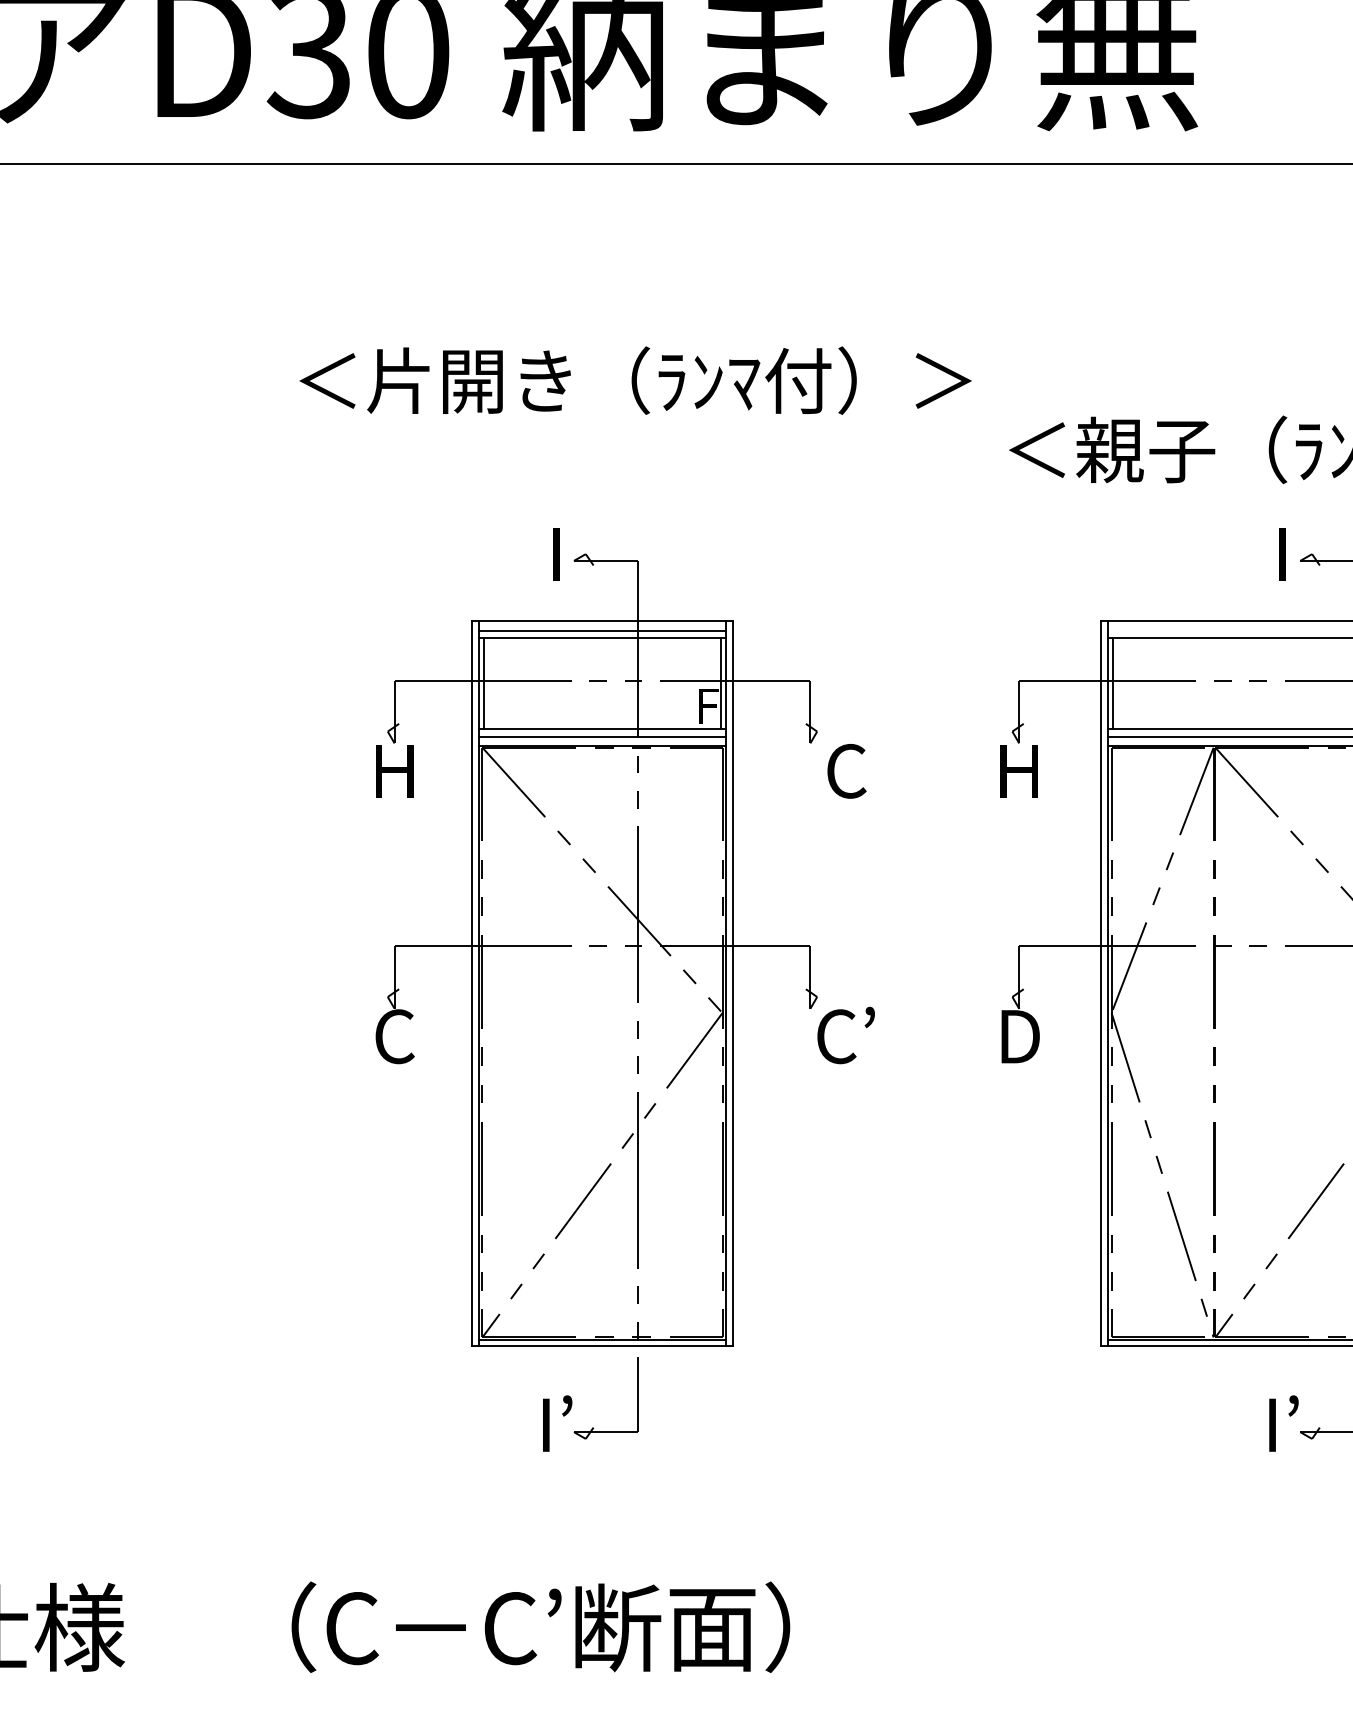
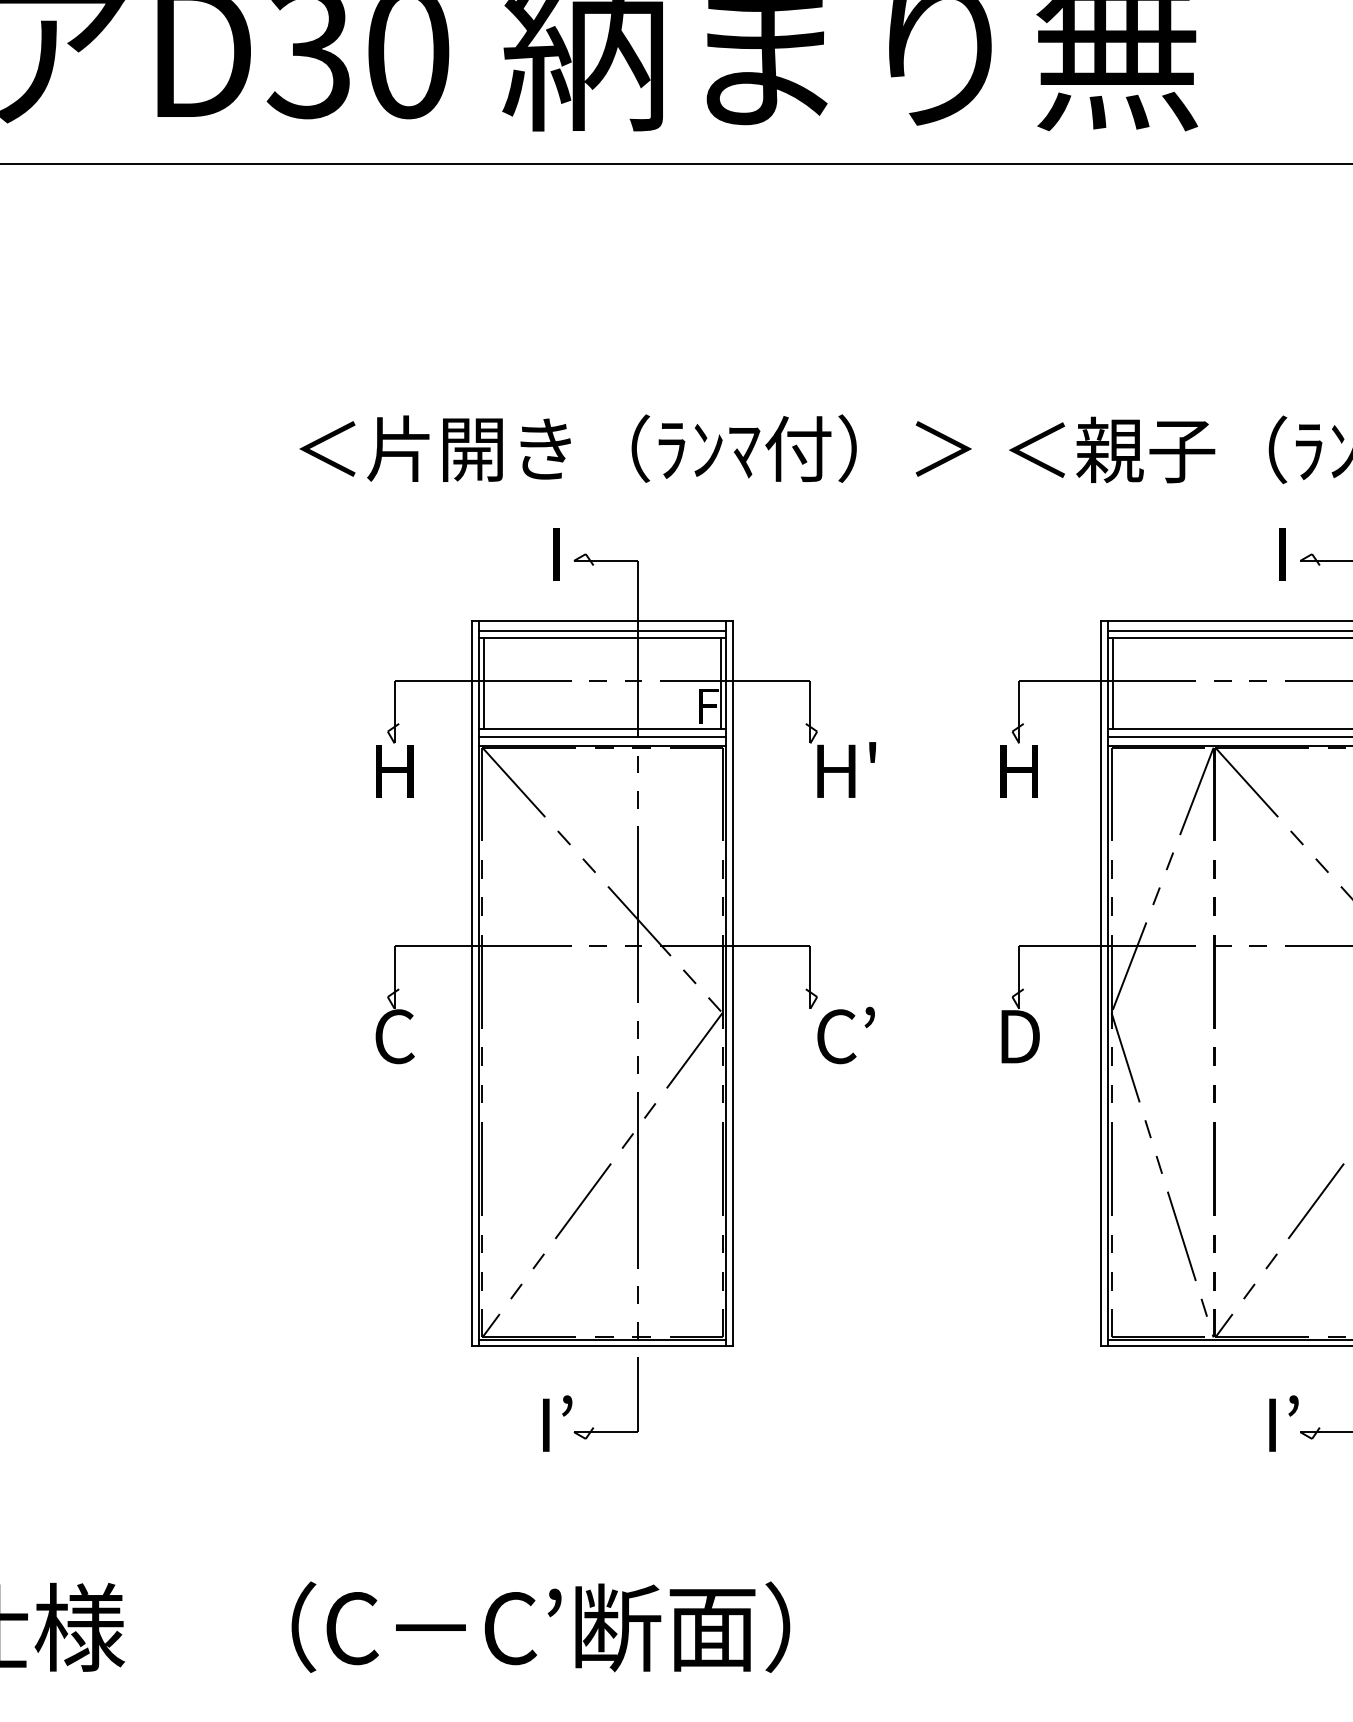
text at (635, 380) position: (635, 380) -> (635, 448)
line at (1228, 631): none -> present
text at (846, 770): C -> H'
